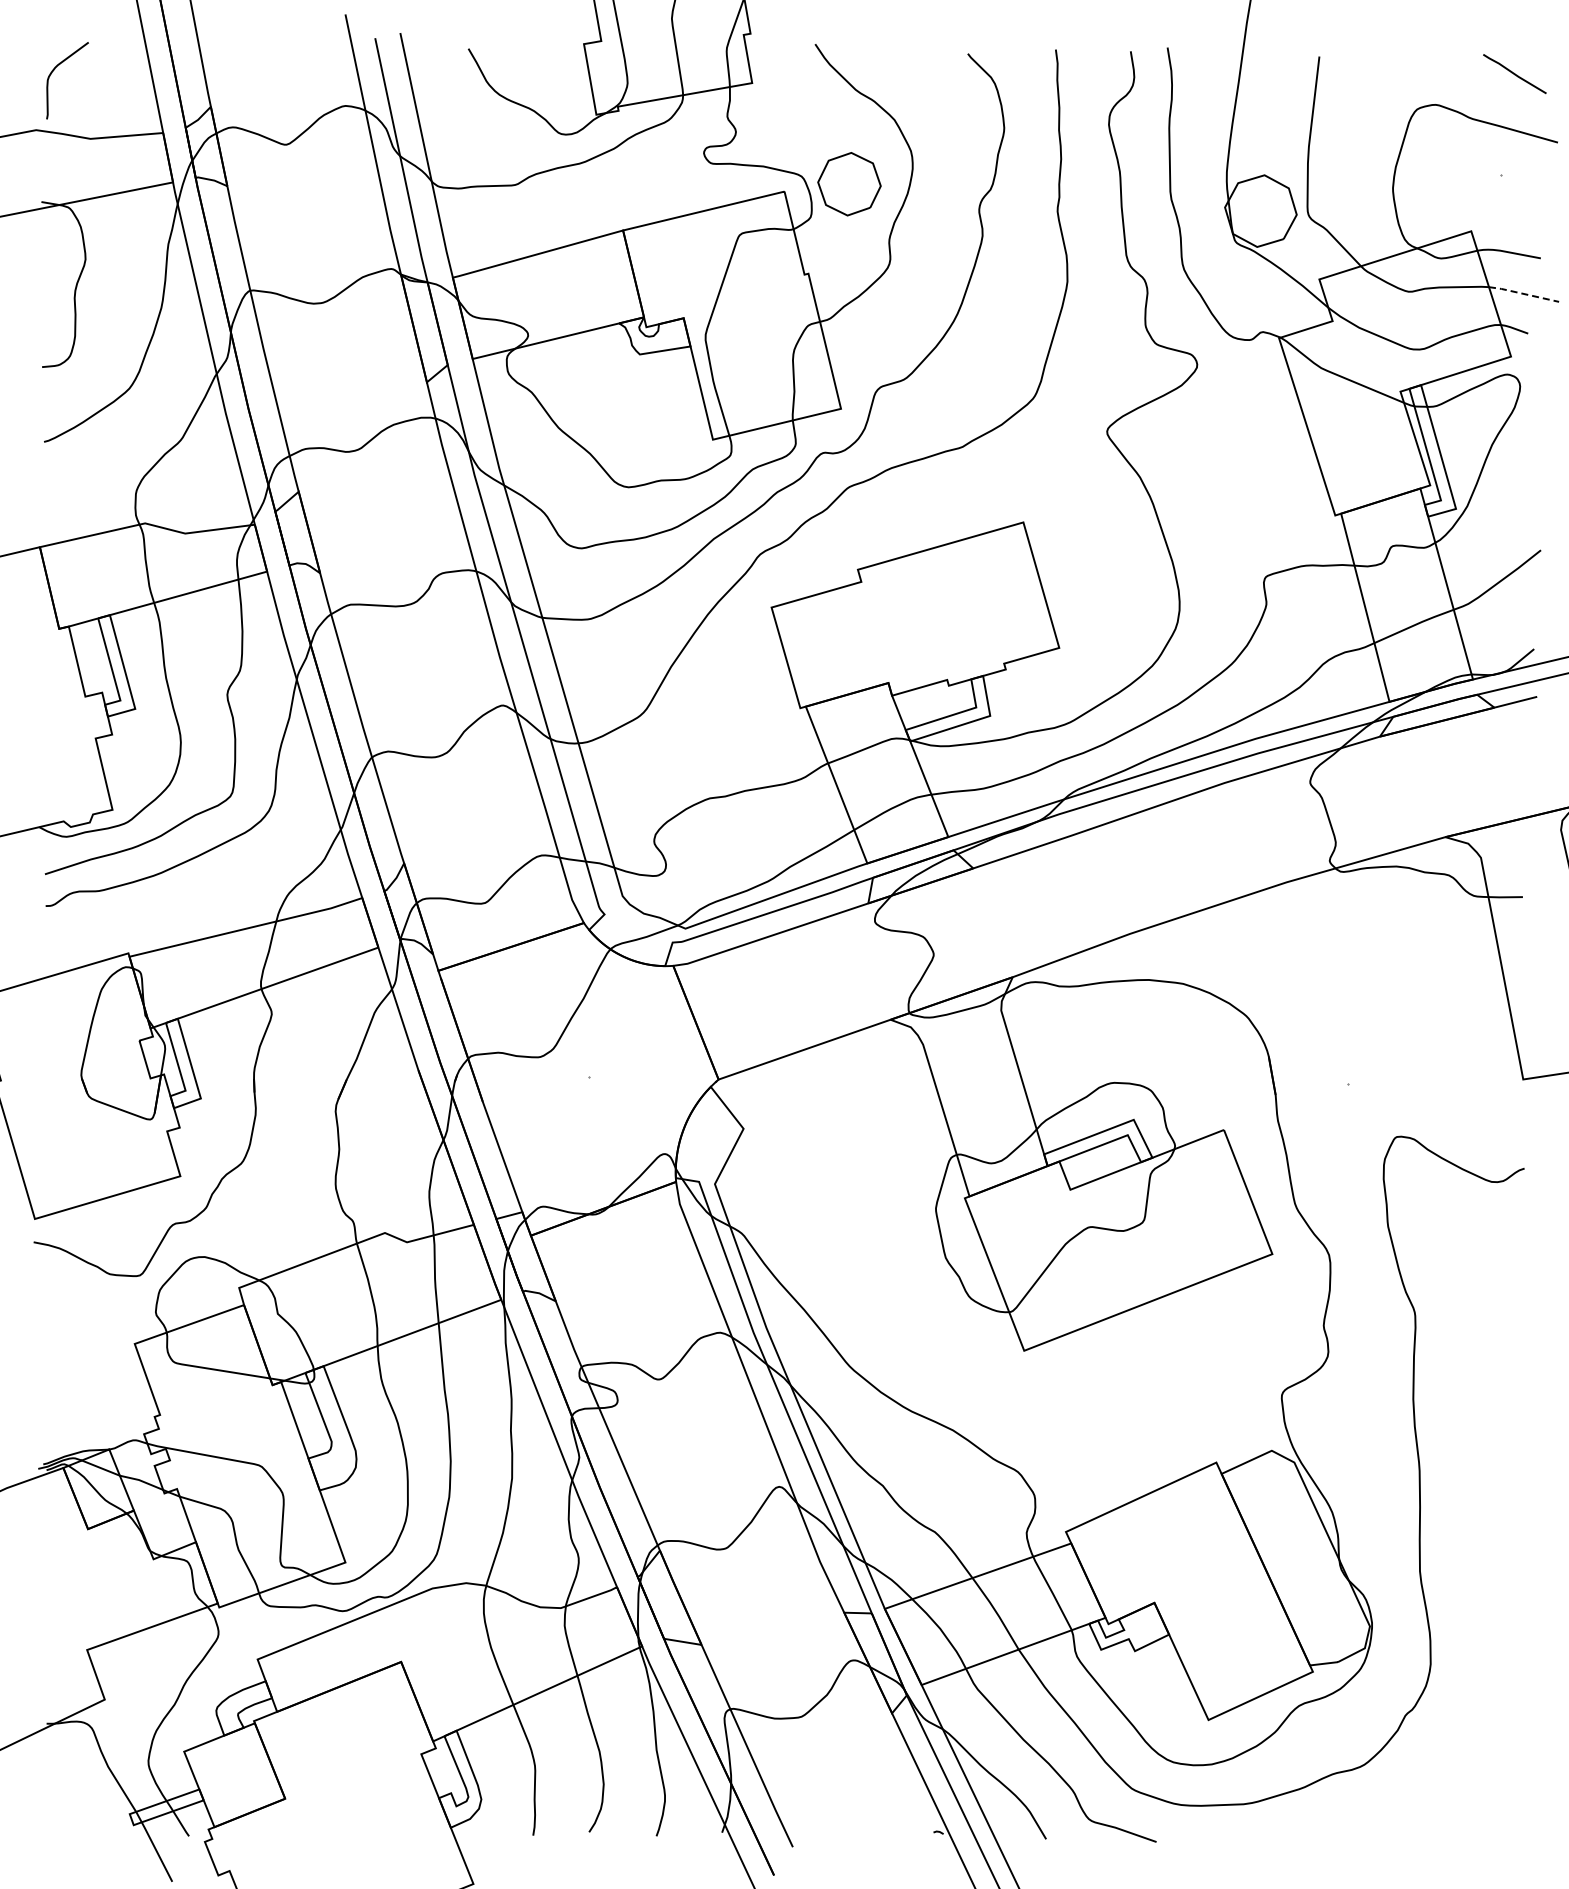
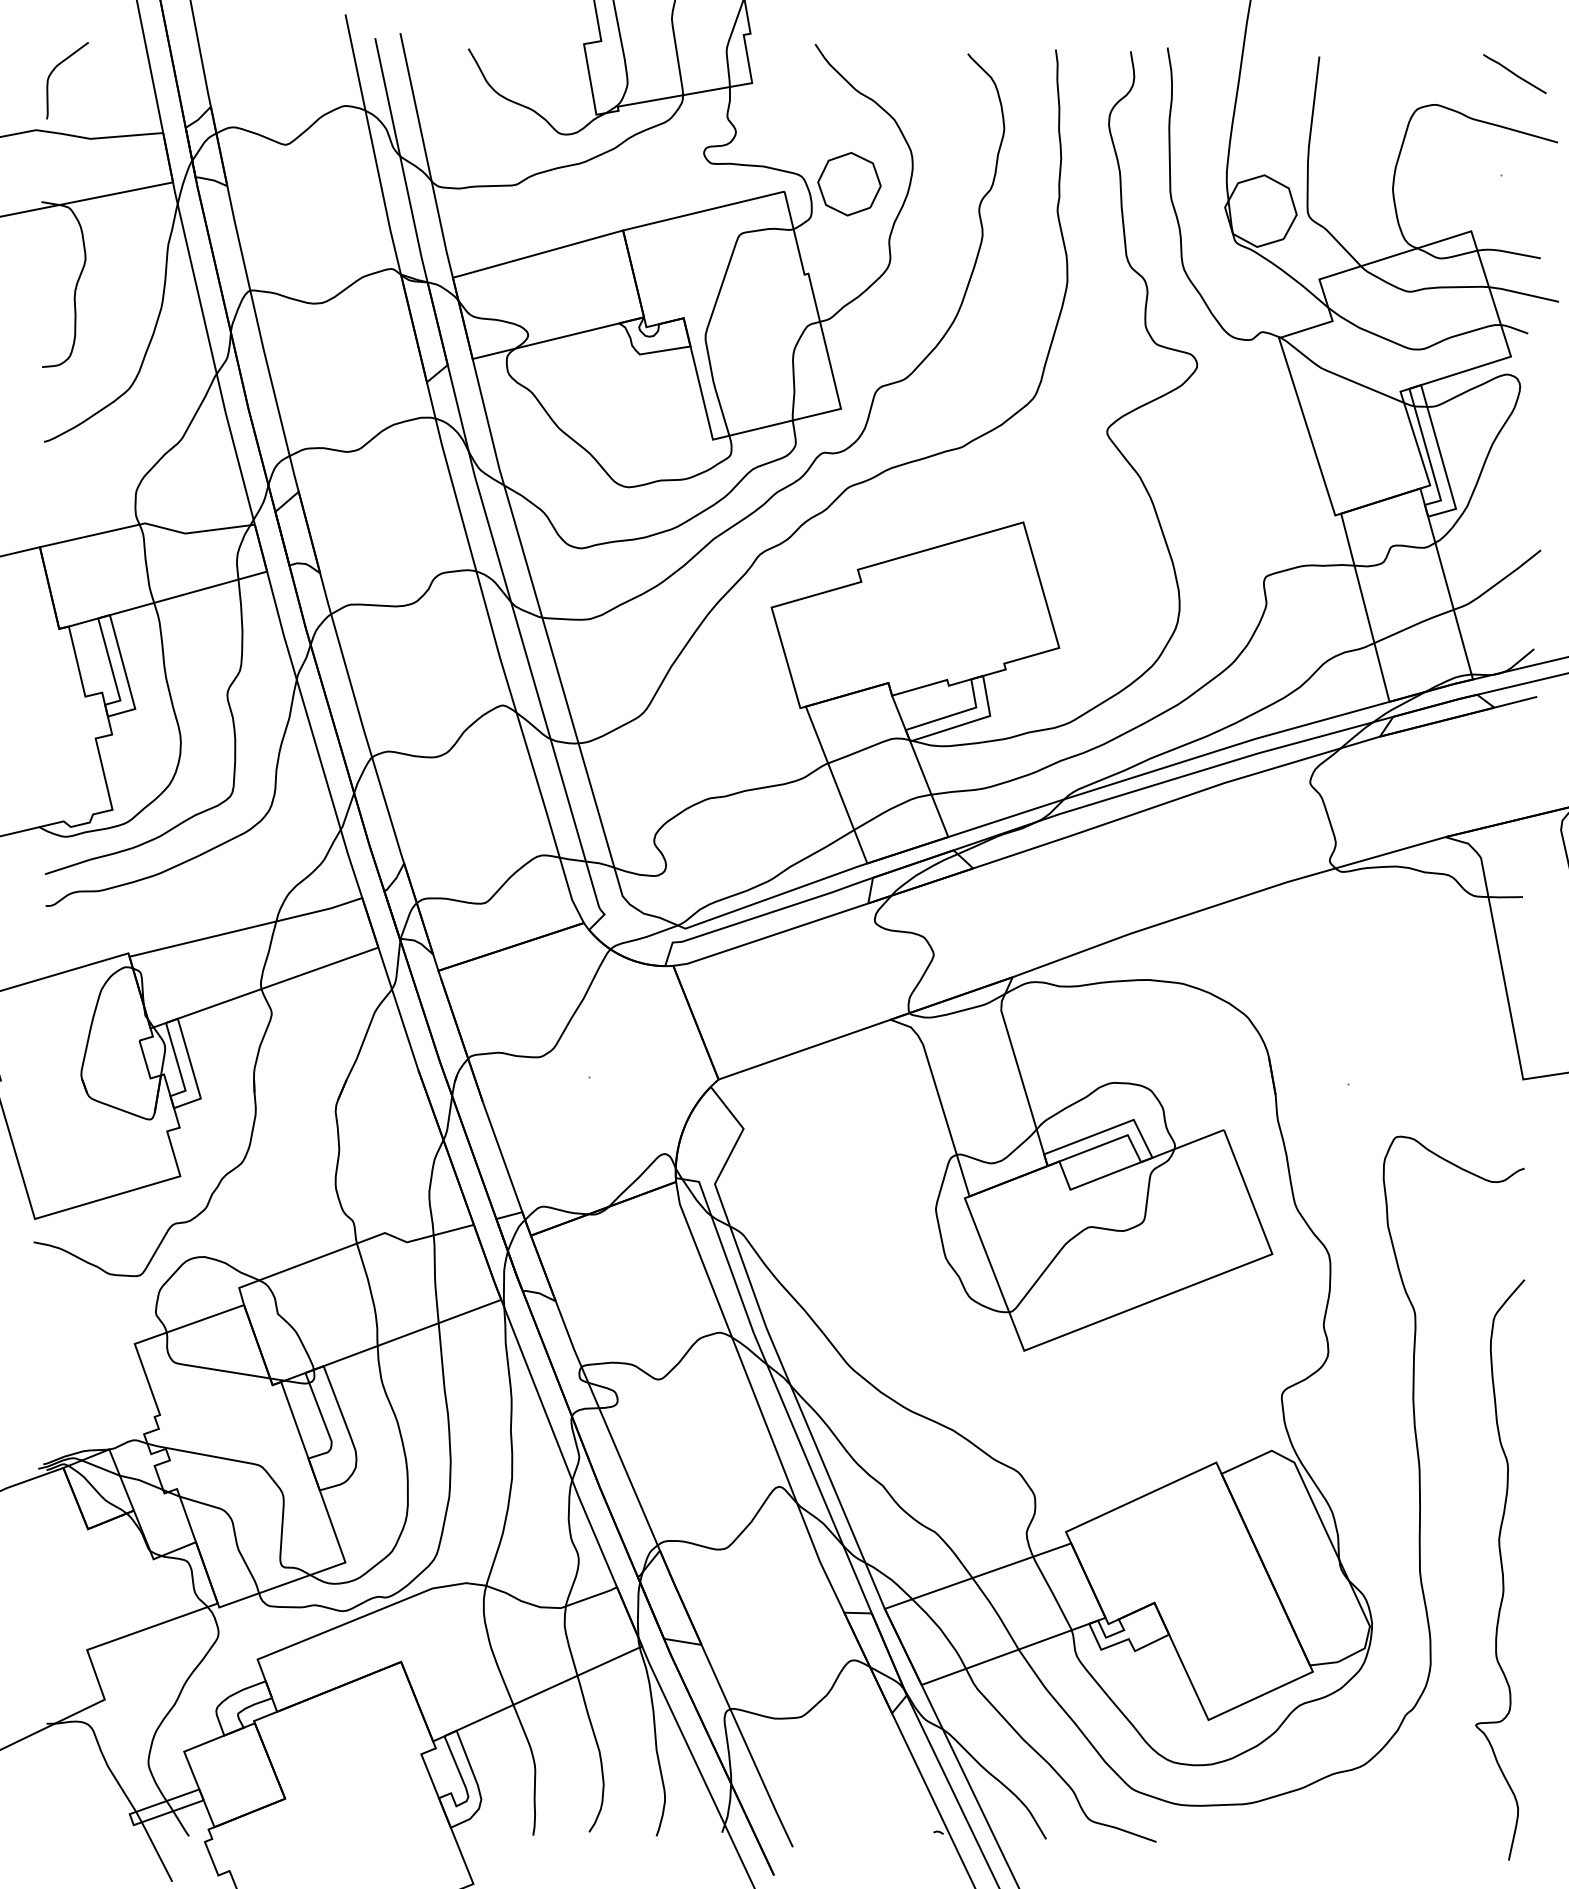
line at (1523, 293): dashed -> solid
curve at (1501, 1569): none -> present
